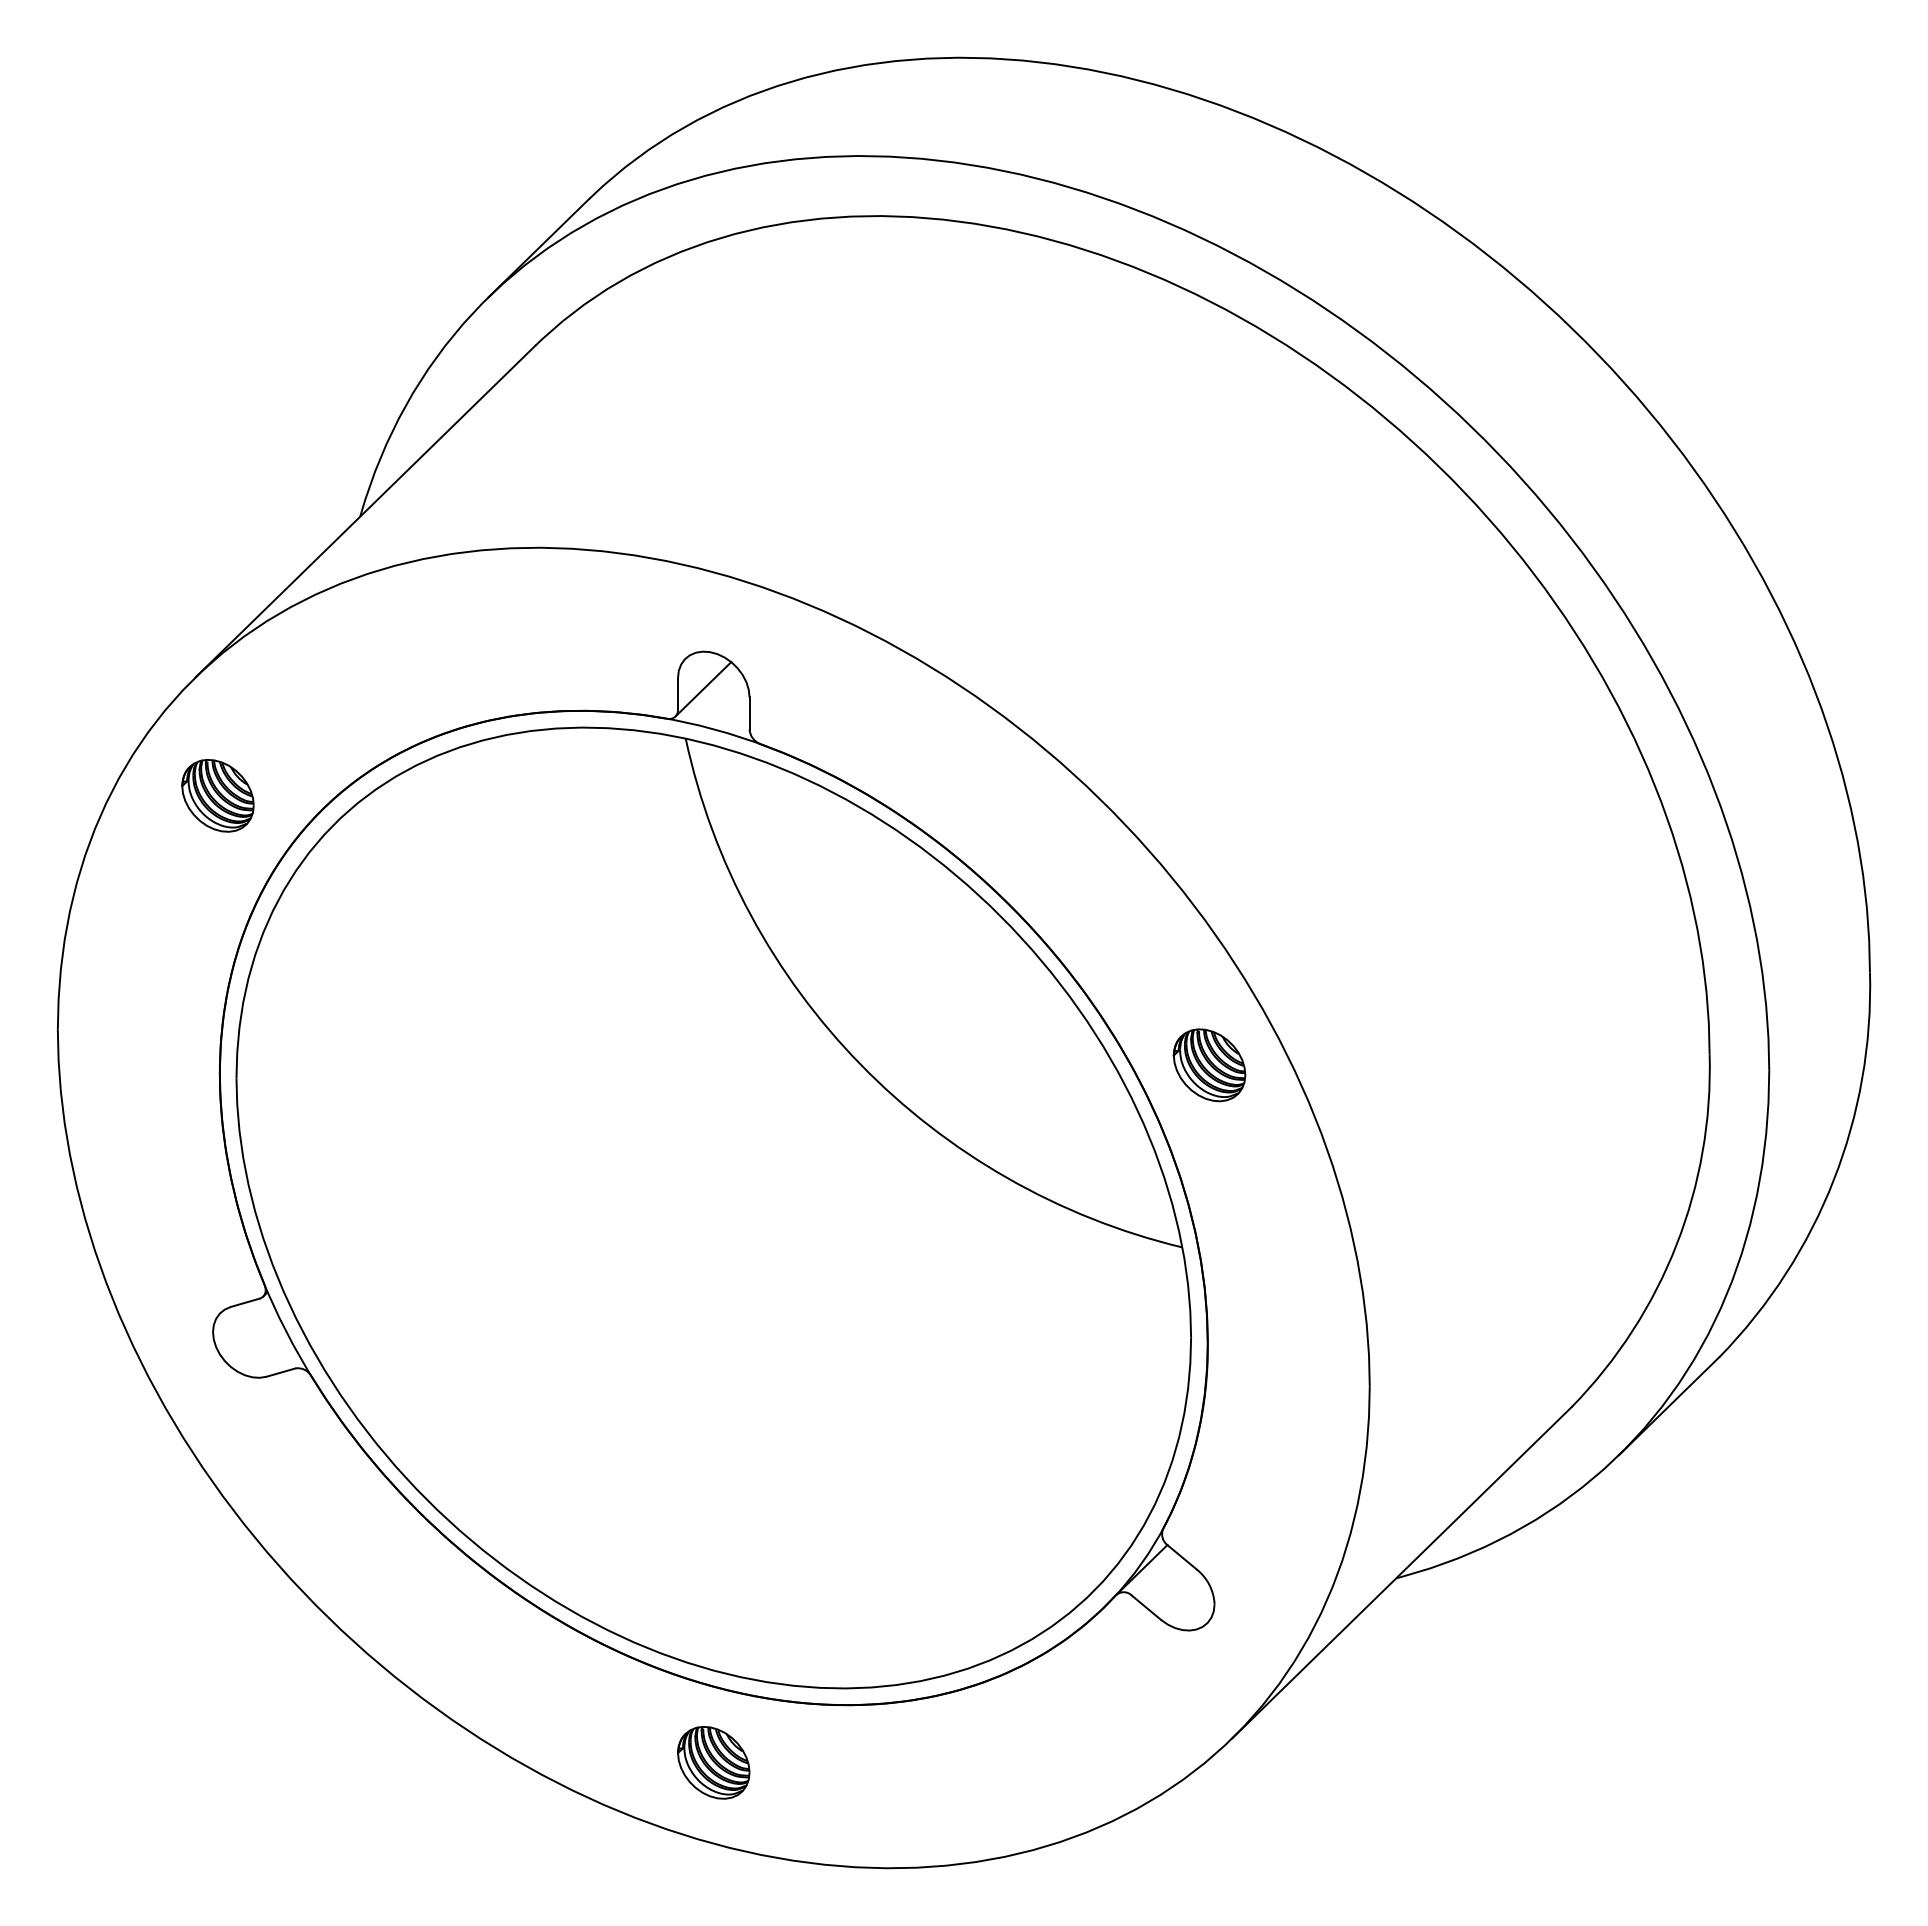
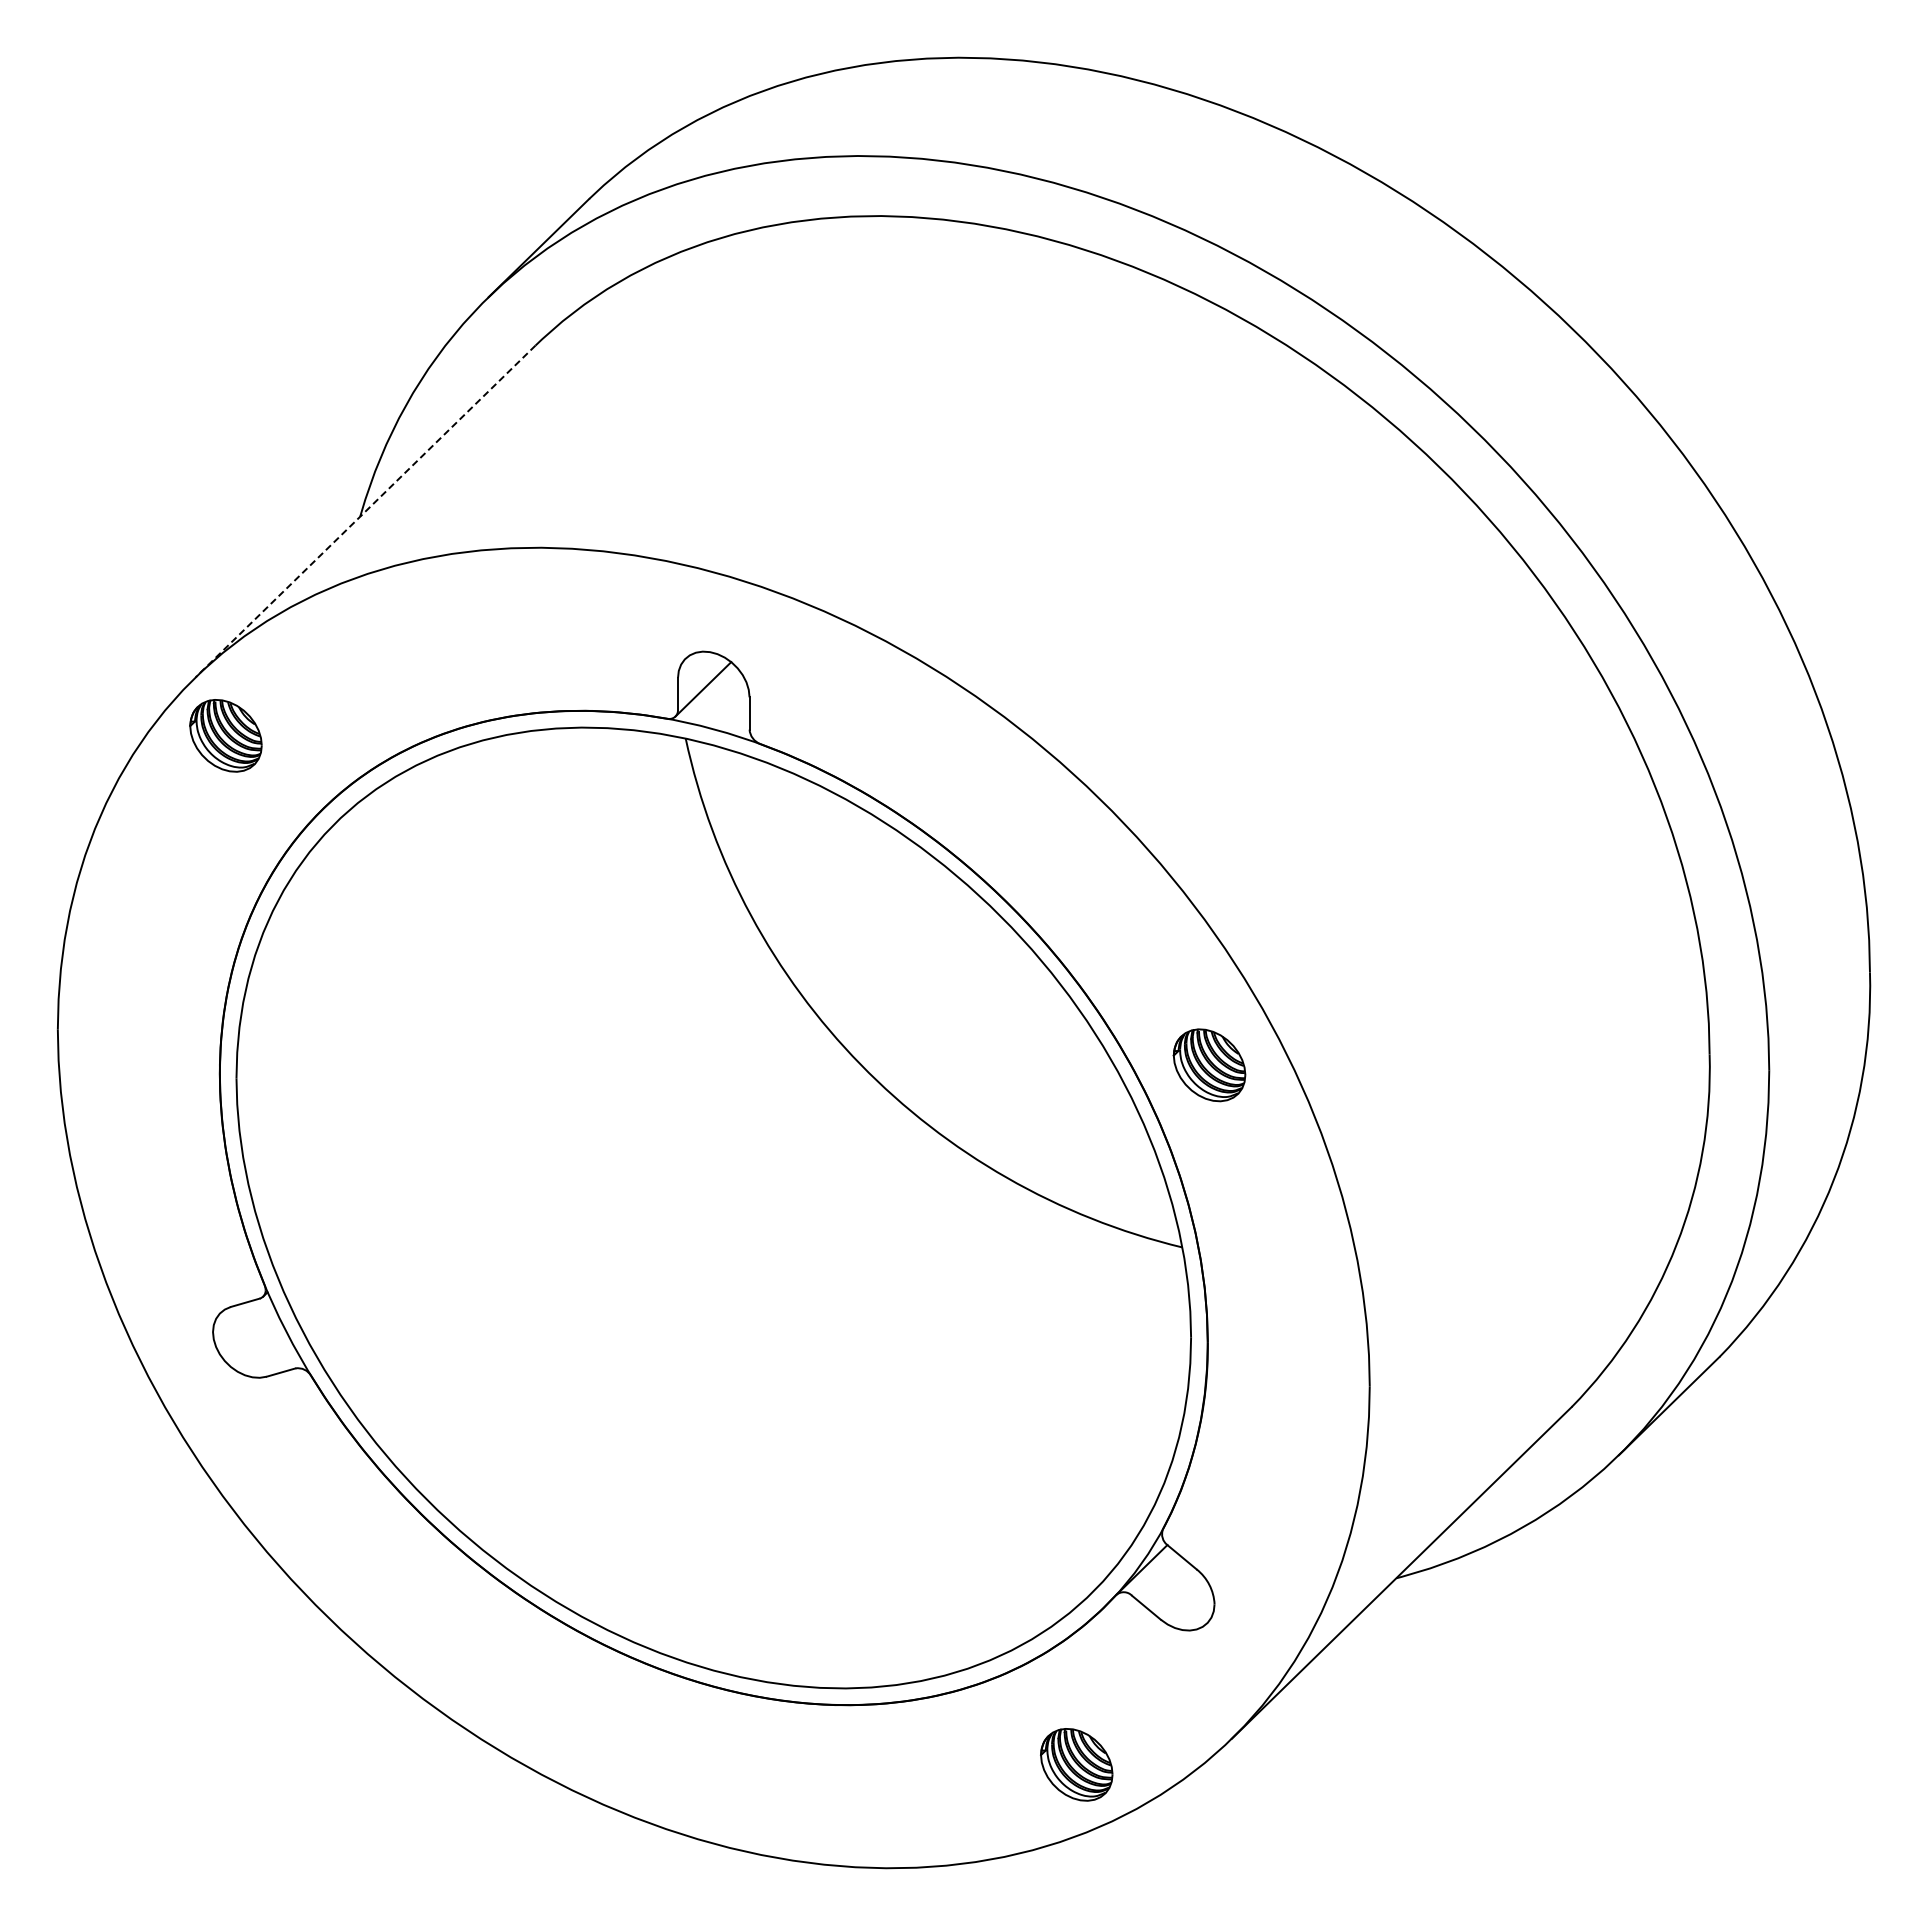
line at (365, 511): solid -> dashed
part at (217, 795) position: (217, 795) -> (225, 735)
part at (713, 1762) position: (713, 1762) -> (1076, 1764)
